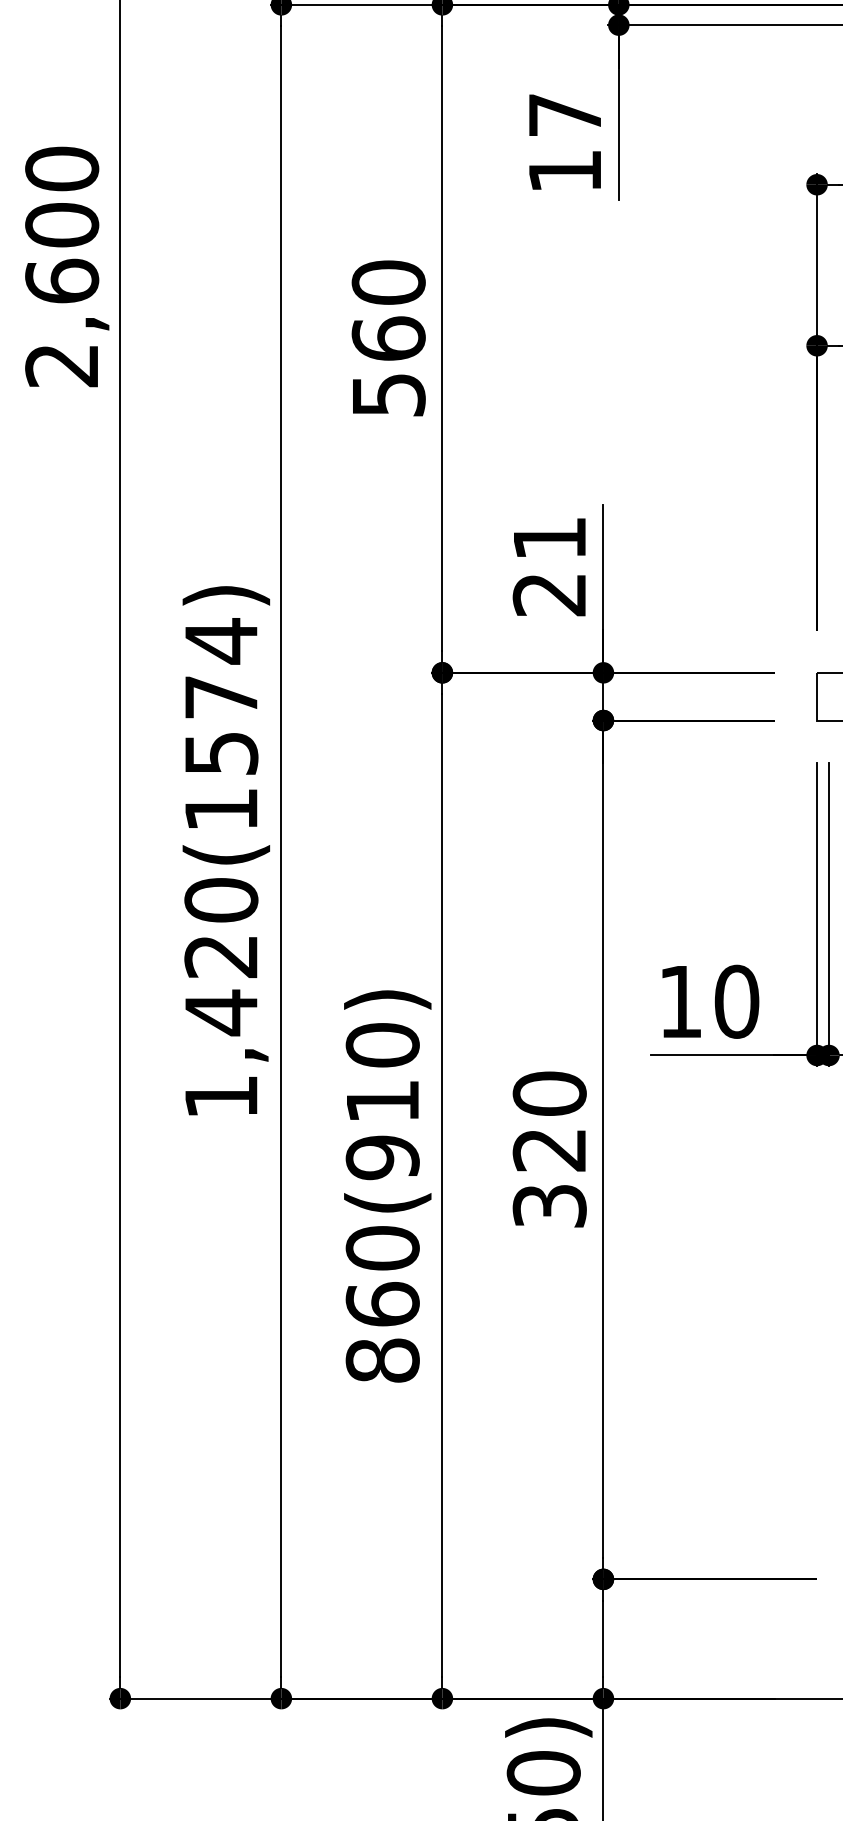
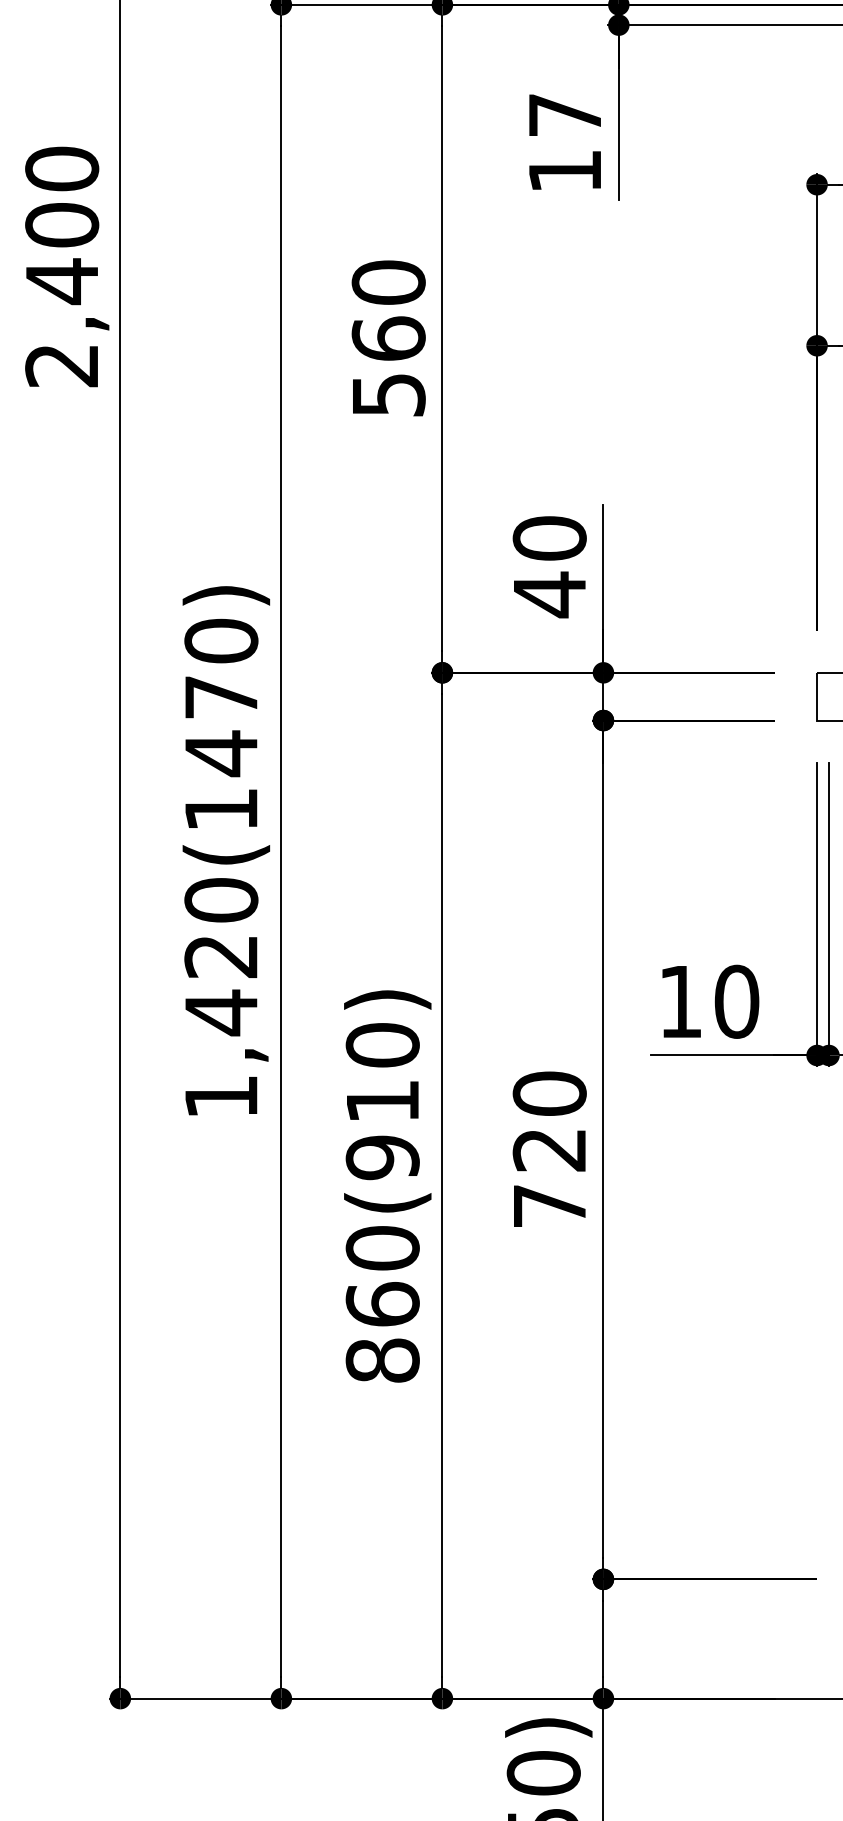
text at (62, 281): 2,600 -> 2,400
text at (549, 567): 21 -> 40
text at (221, 697): 1,420(1574) -> 1,420(1470)
text at (549, 1206): 320 -> 720
